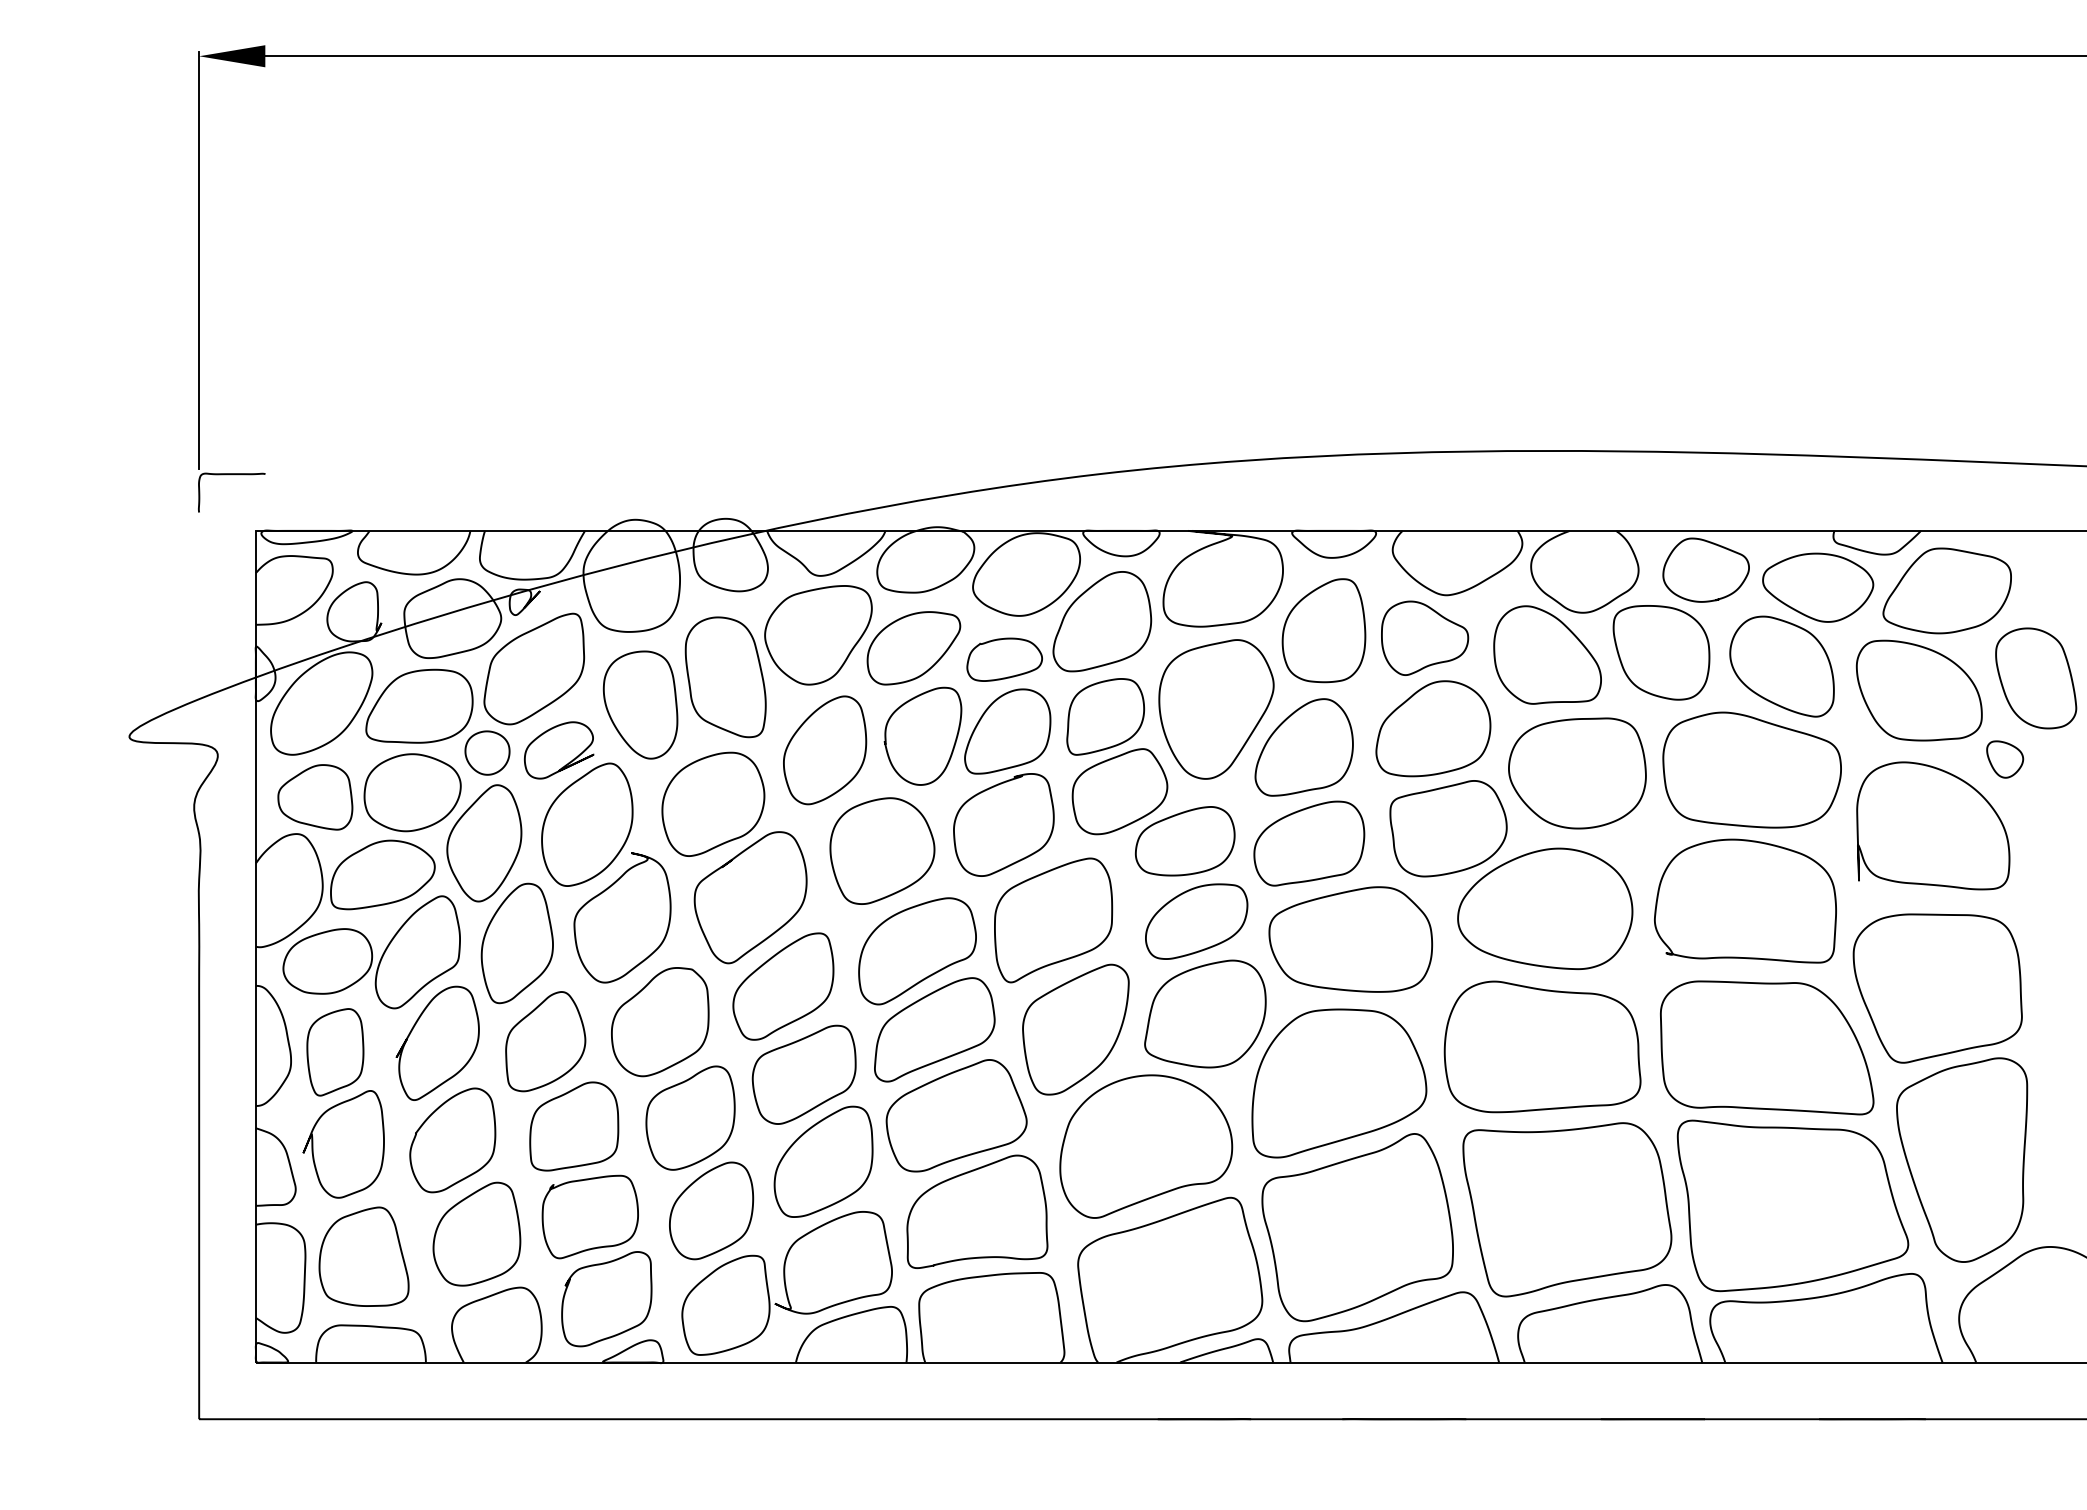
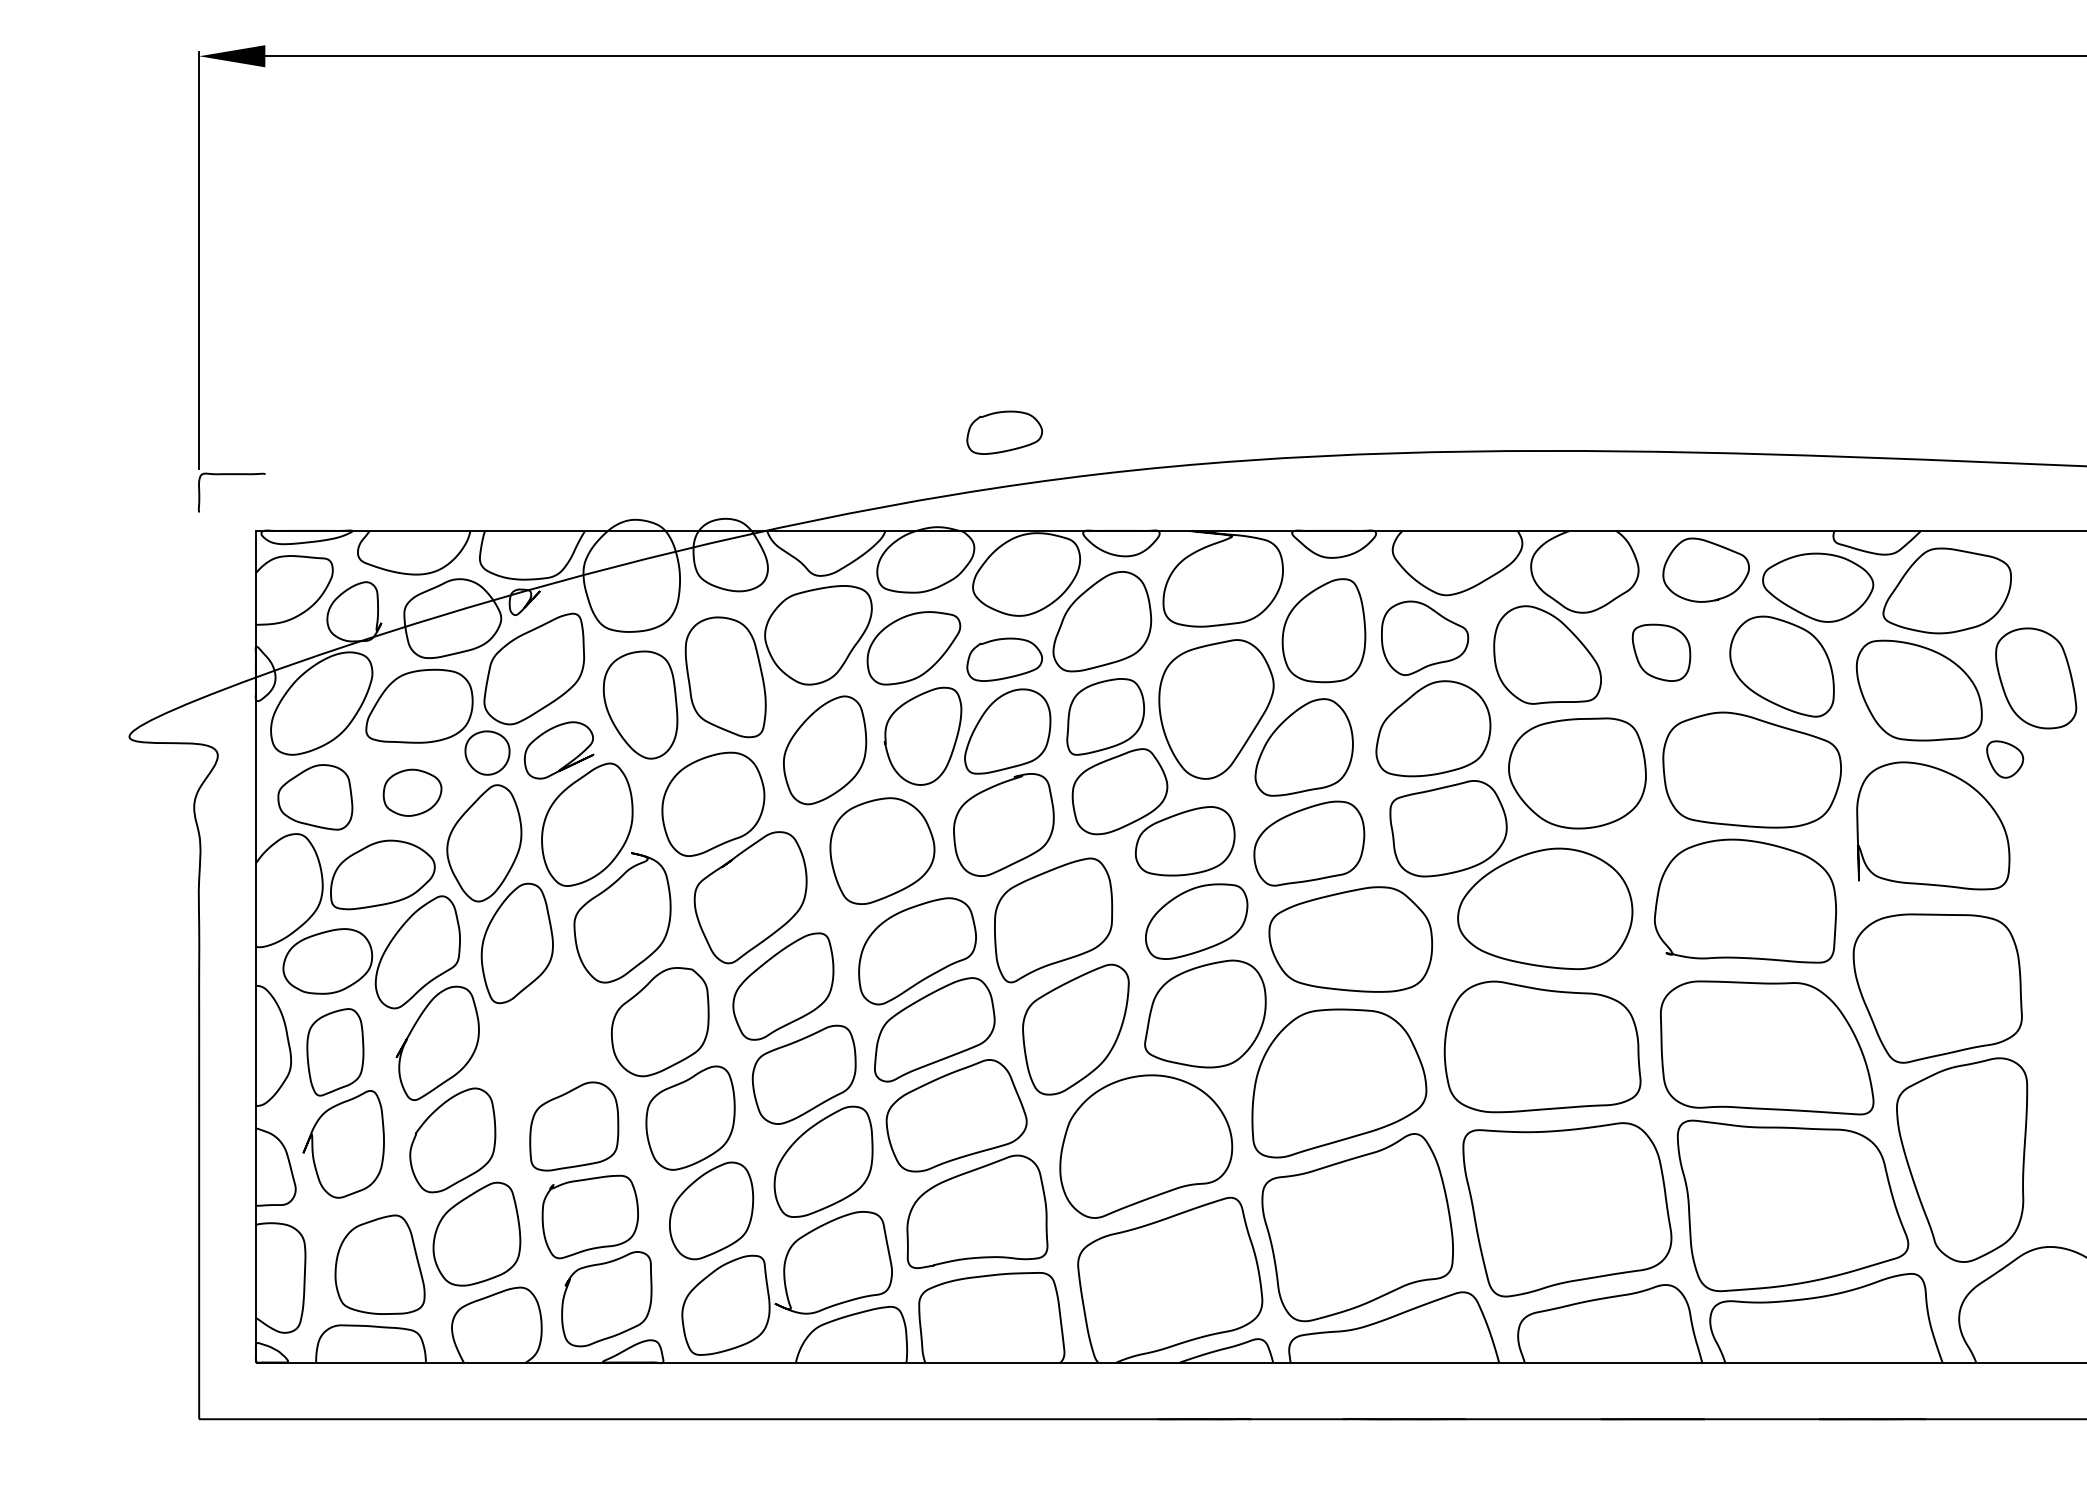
part at (1004, 432): none -> present
part at (1661, 652) size: 99x96 px -> 61x59 px
part at (412, 792) size: 99x80 px -> 61x49 px
part at (545, 1041): present -> none
part at (363, 1256) position: (363, 1256) -> (379, 1264)
